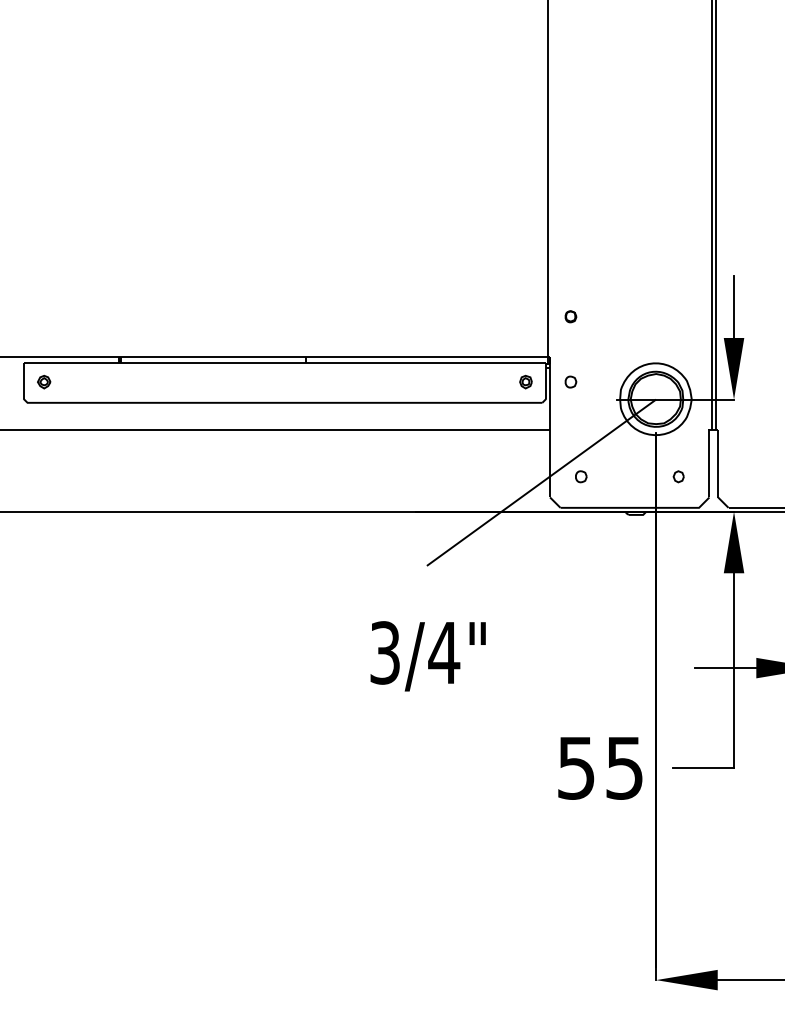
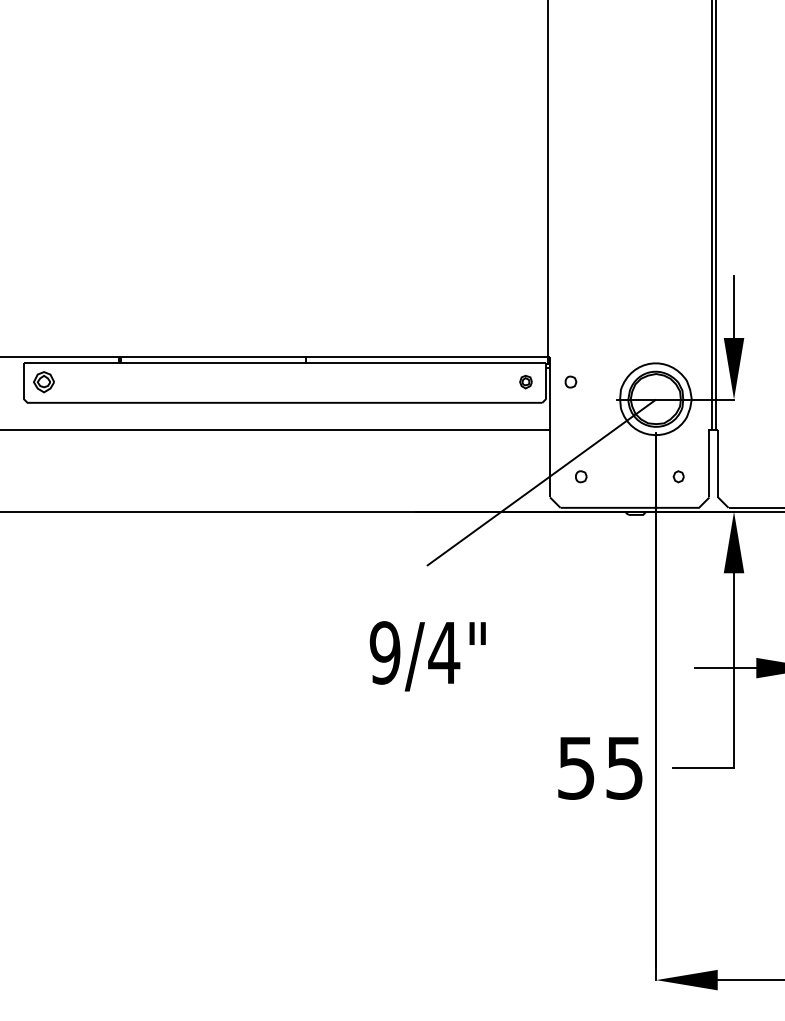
part at (570, 316): present -> none
part at (44, 381) size: 15x16 px -> 22x23 px
text at (384, 652): 3/4" -> 9/4"
